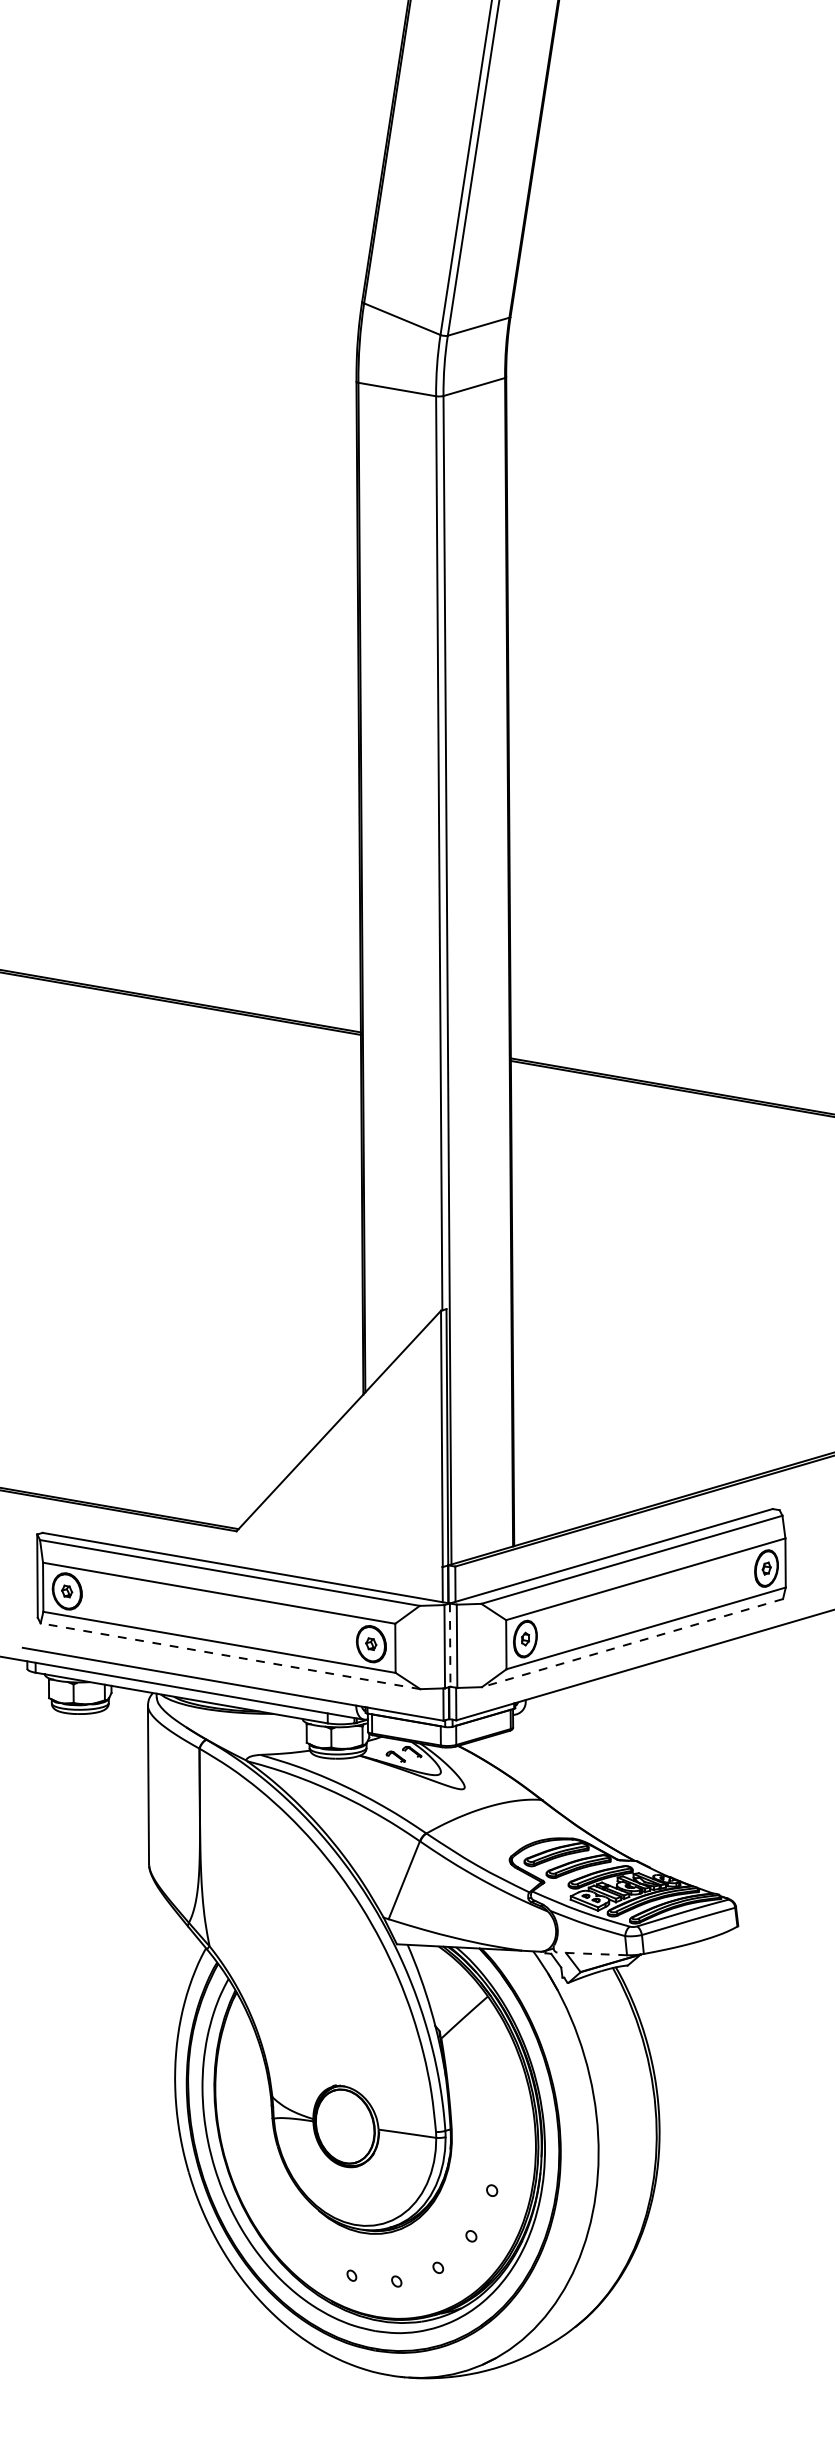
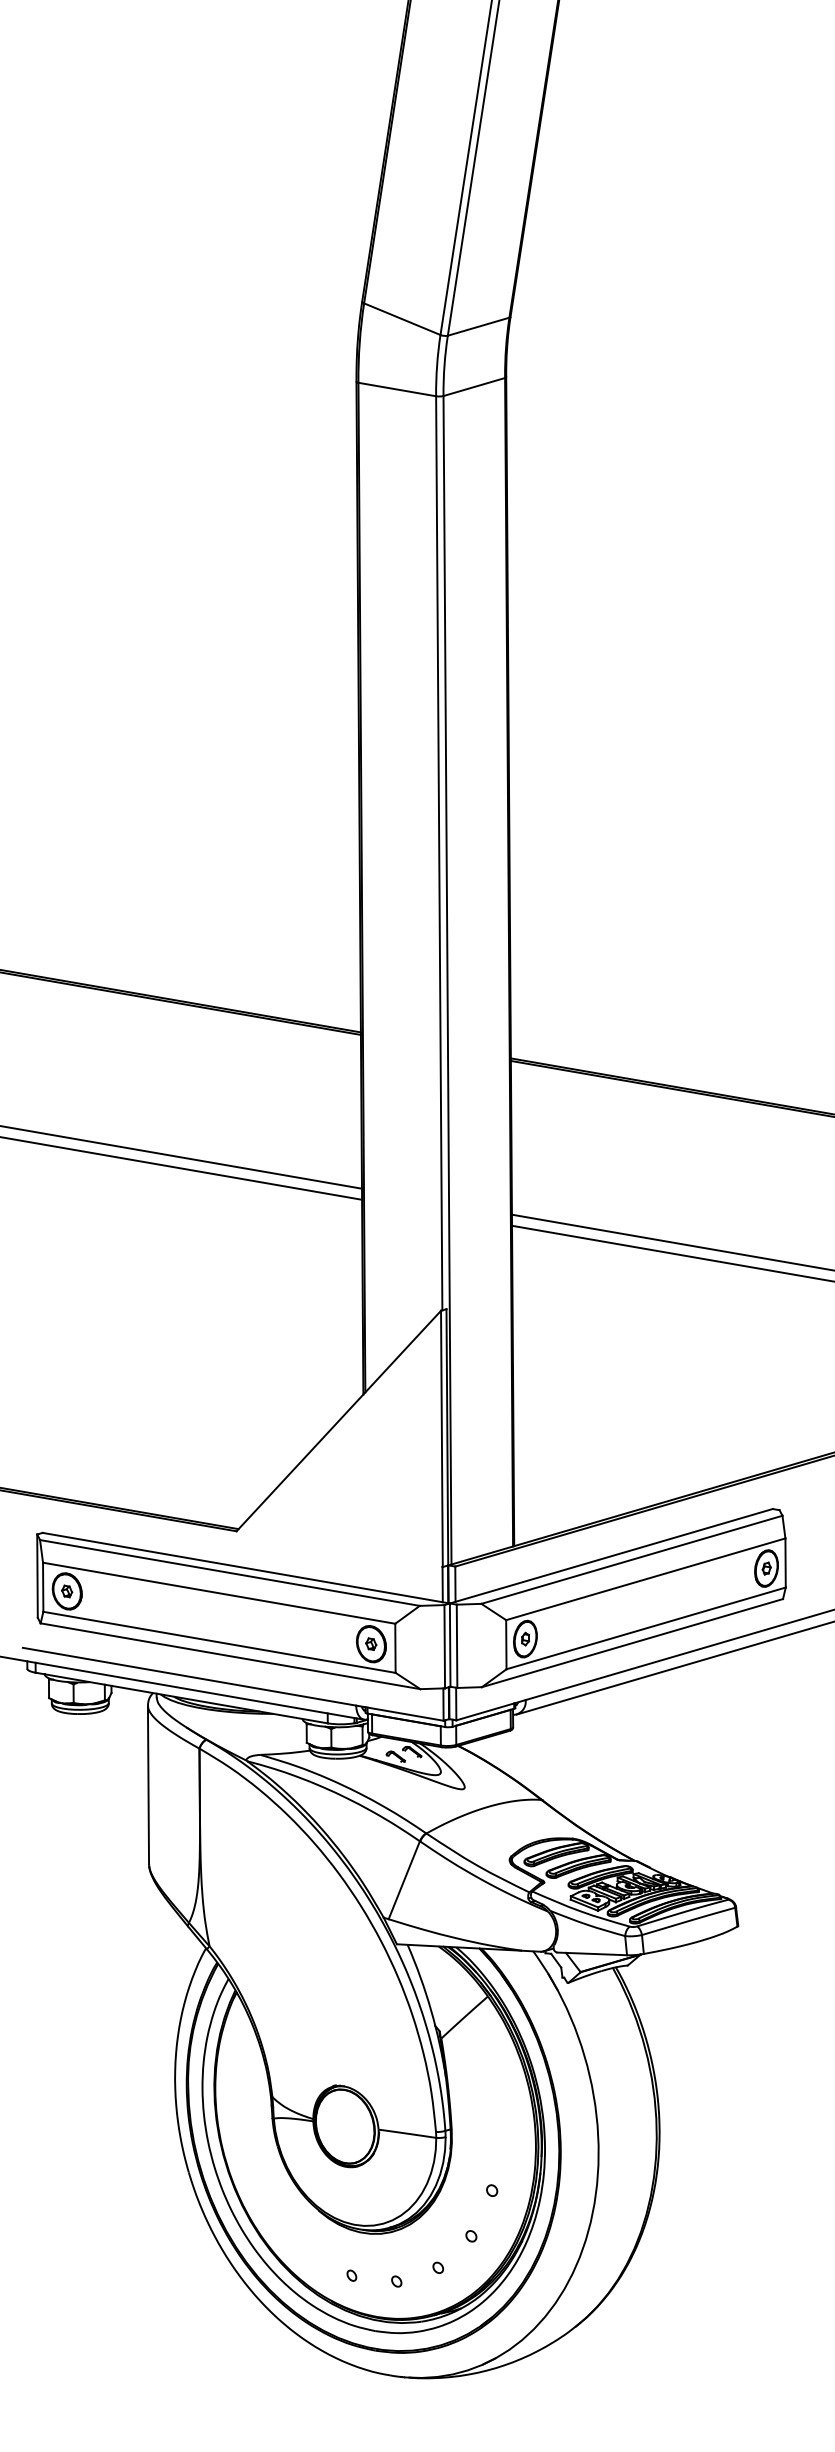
line at (181, 1157): none -> present
line at (182, 1168): none -> present
line at (671, 1242): none -> present
line at (671, 1253): none -> present
line at (632, 1643): dashed -> solid
line at (450, 1645): dashed -> solid
line at (230, 1656): dashed -> solid
line at (673, 1668): none -> present
line at (592, 1953): dashed -> solid
